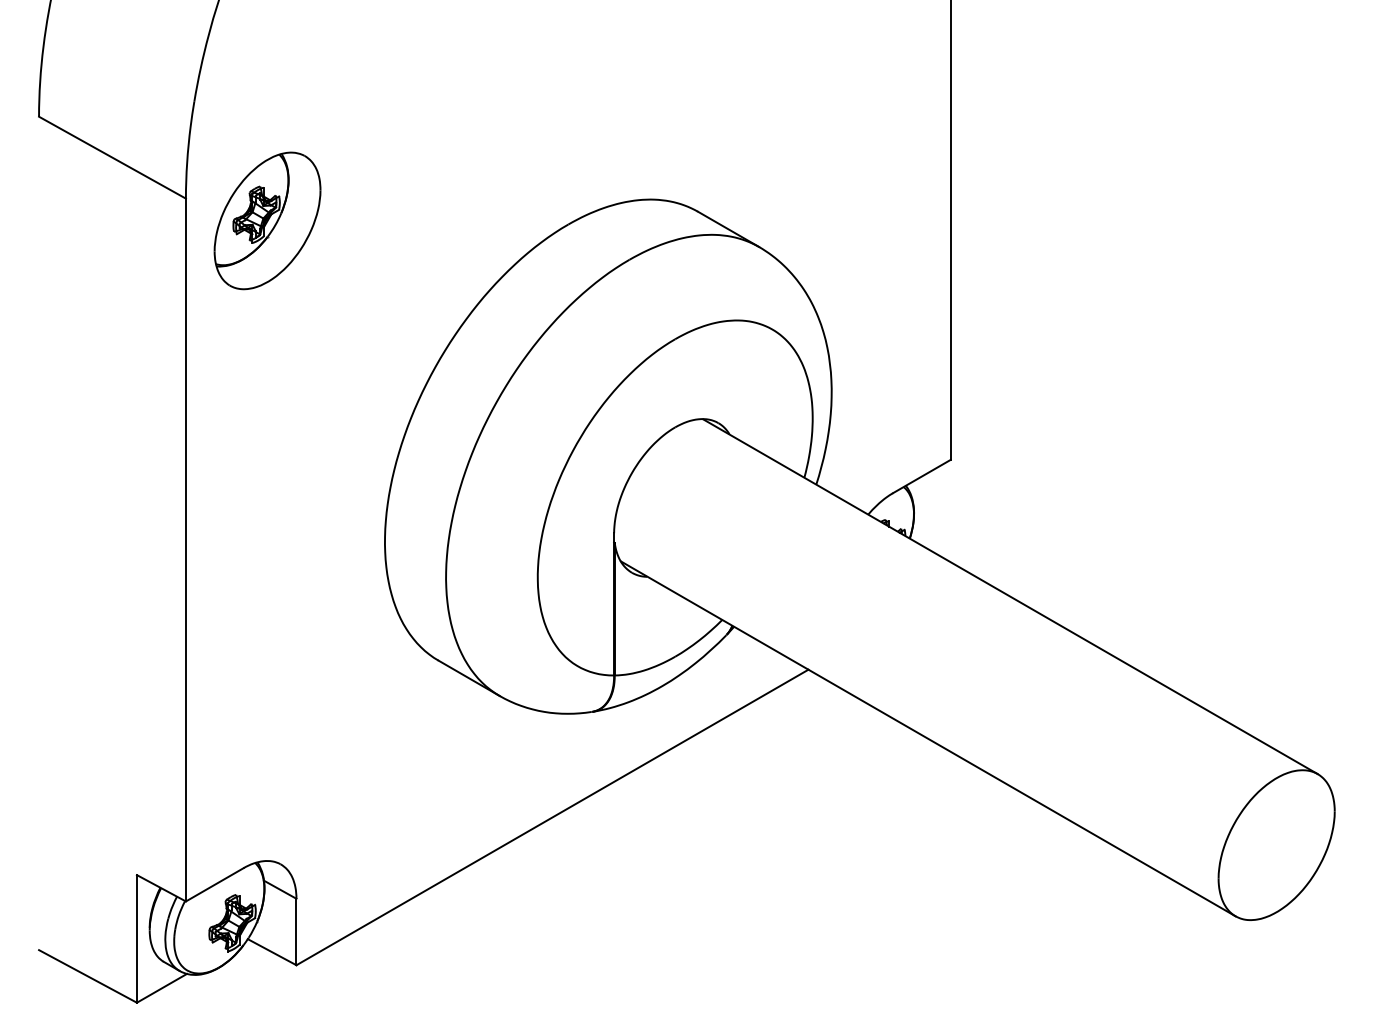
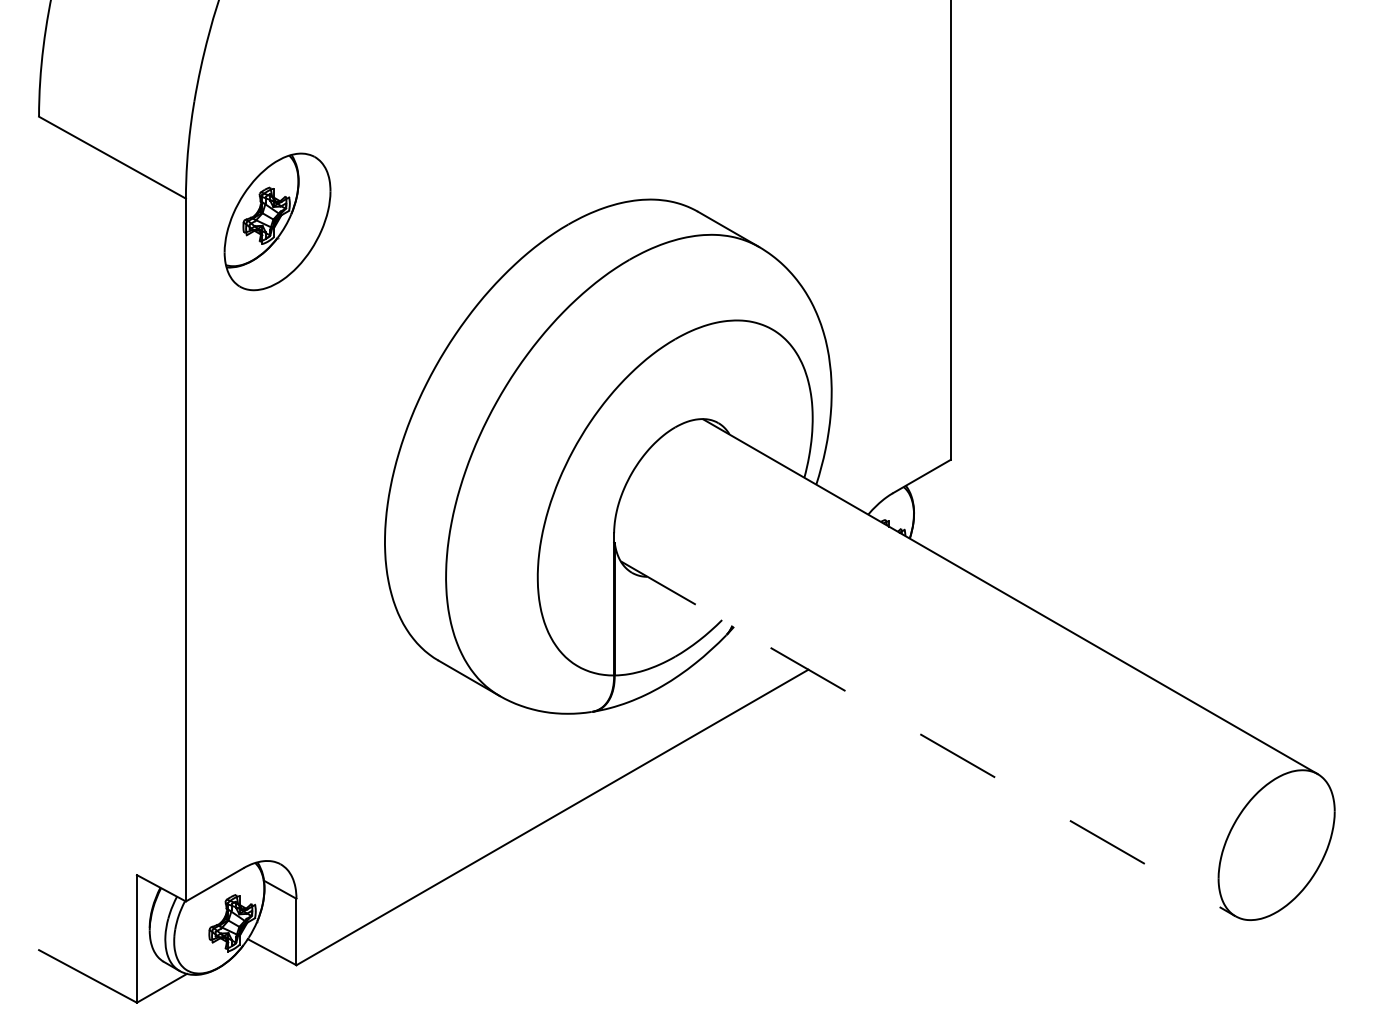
part at (267, 220) position: (267, 220) -> (277, 221)
line at (928, 738): solid -> dashed
